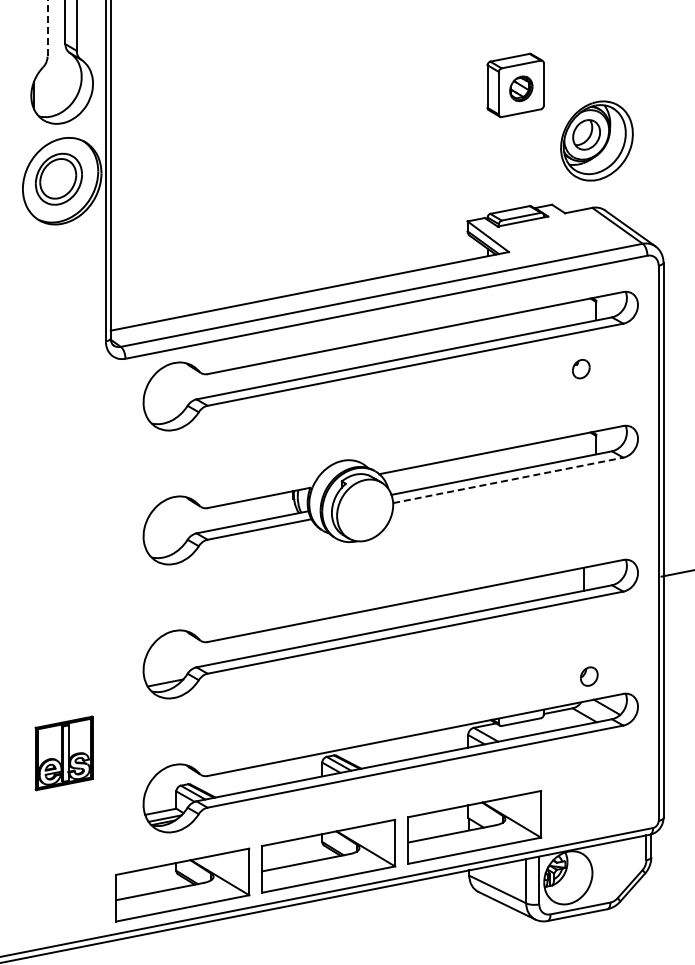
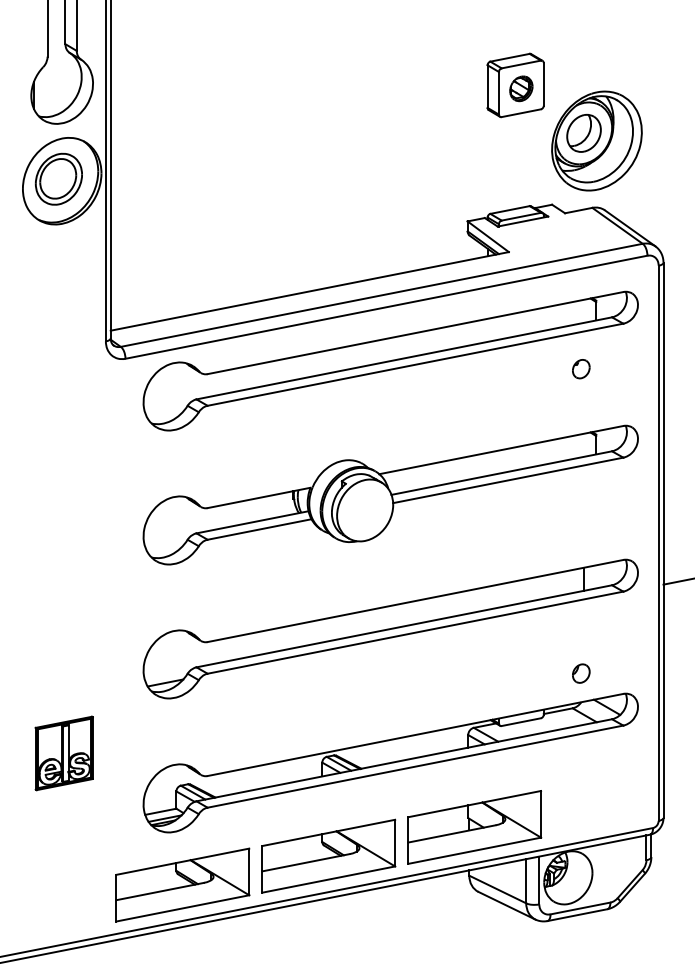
line at (47, 28): dashed -> solid
part at (596, 140) size: 74x82 px -> 92x102 px
line at (508, 480): dashed -> solid
line at (676, 573) position: (676, 573) -> (677, 581)
part at (589, 676) position: (589, 676) -> (581, 673)
